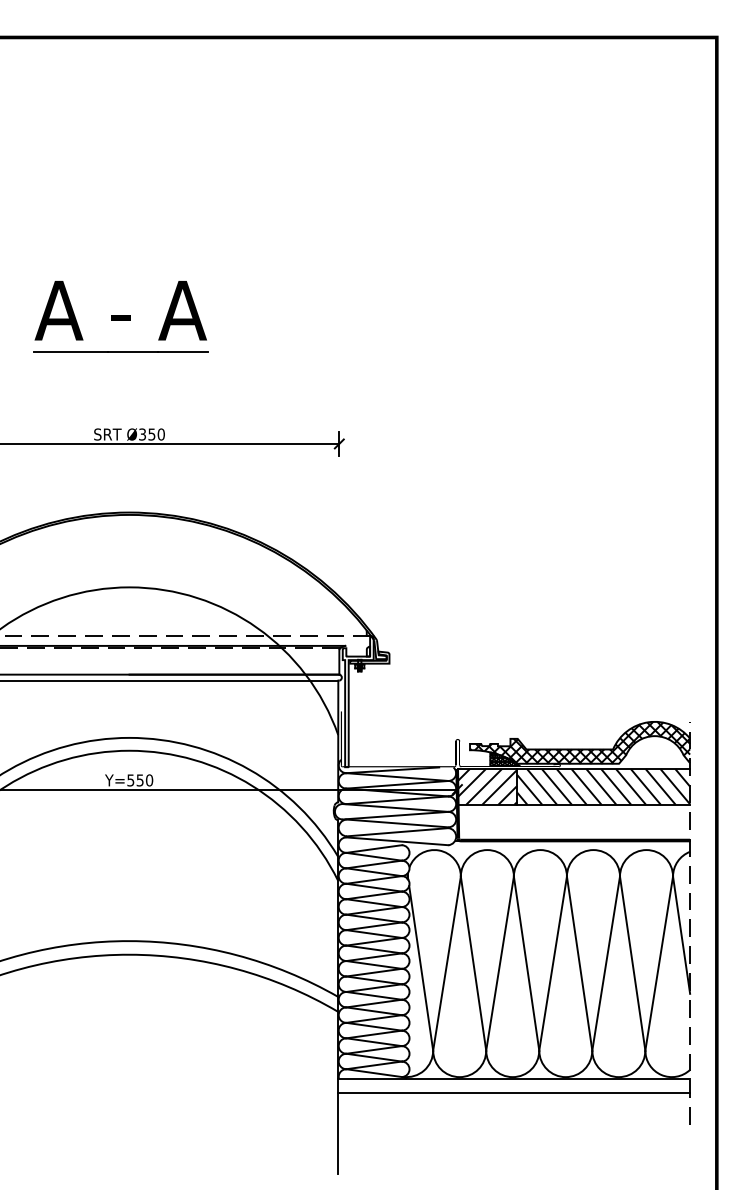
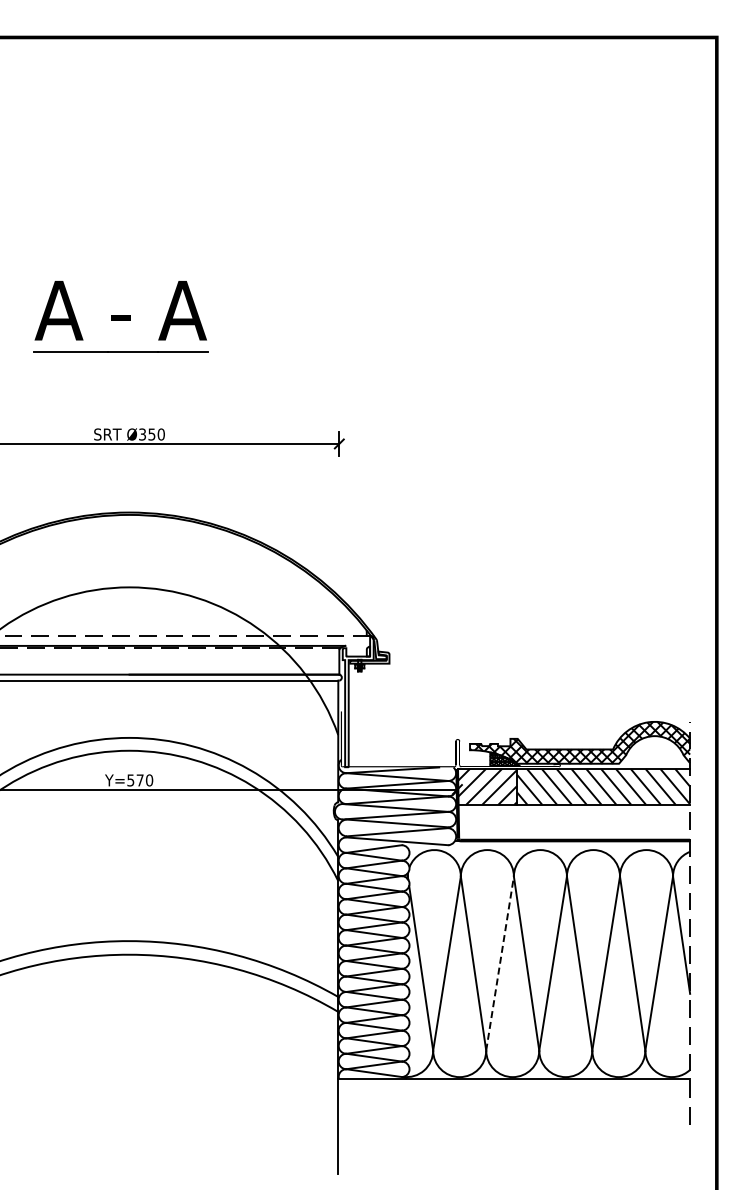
text at (139, 780): Y=550 -> Y=570
line at (500, 963): solid -> dashed
line at (514, 1093): present -> none
